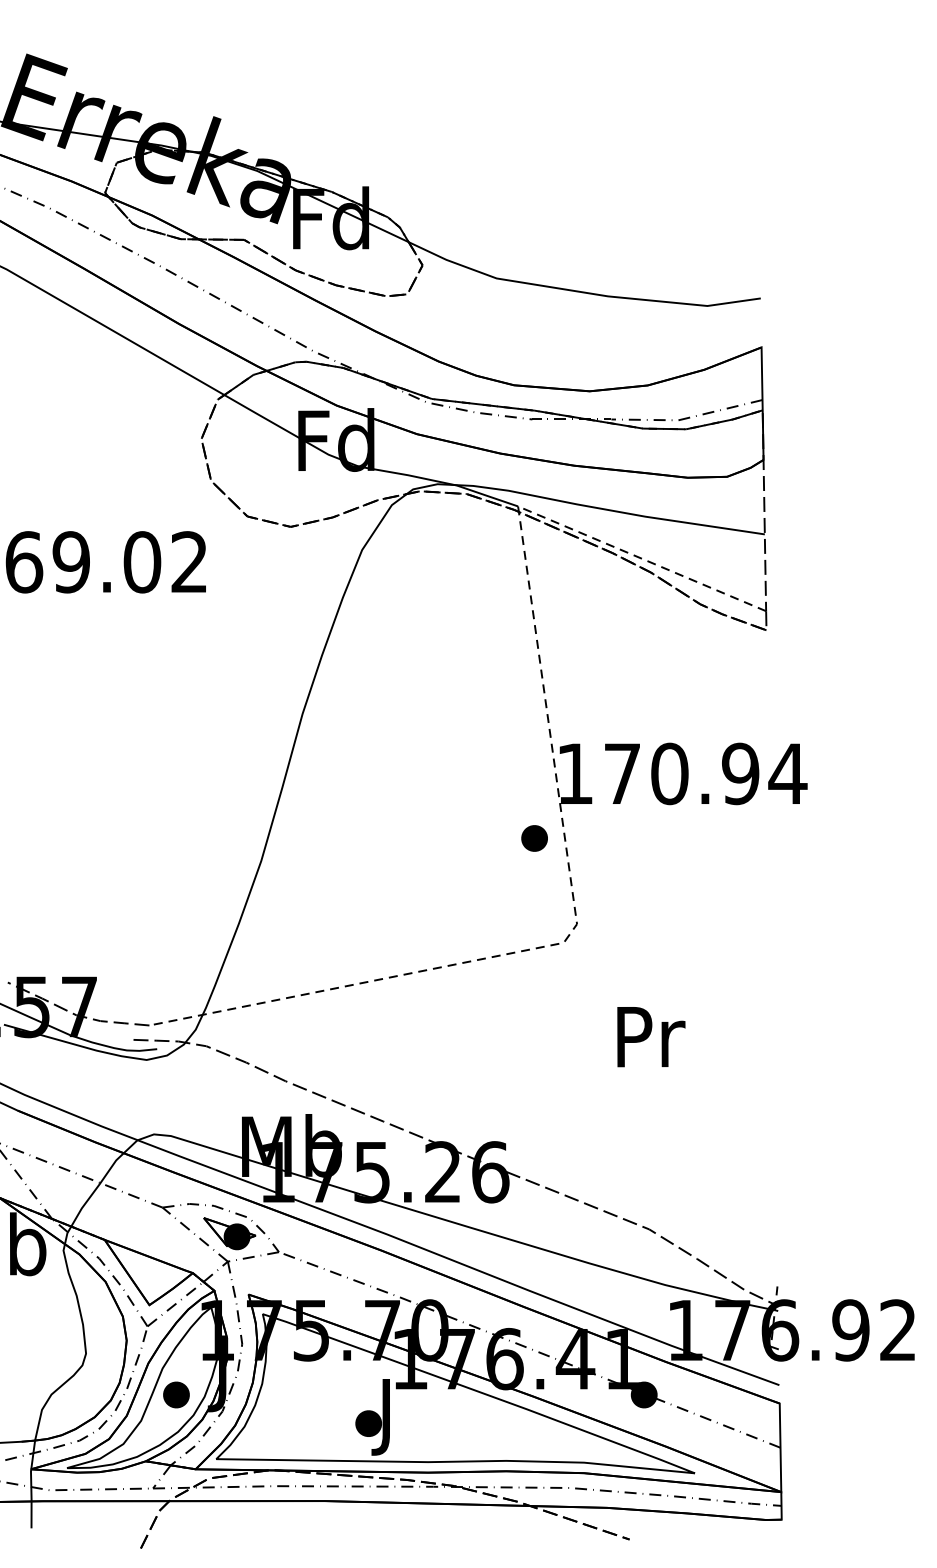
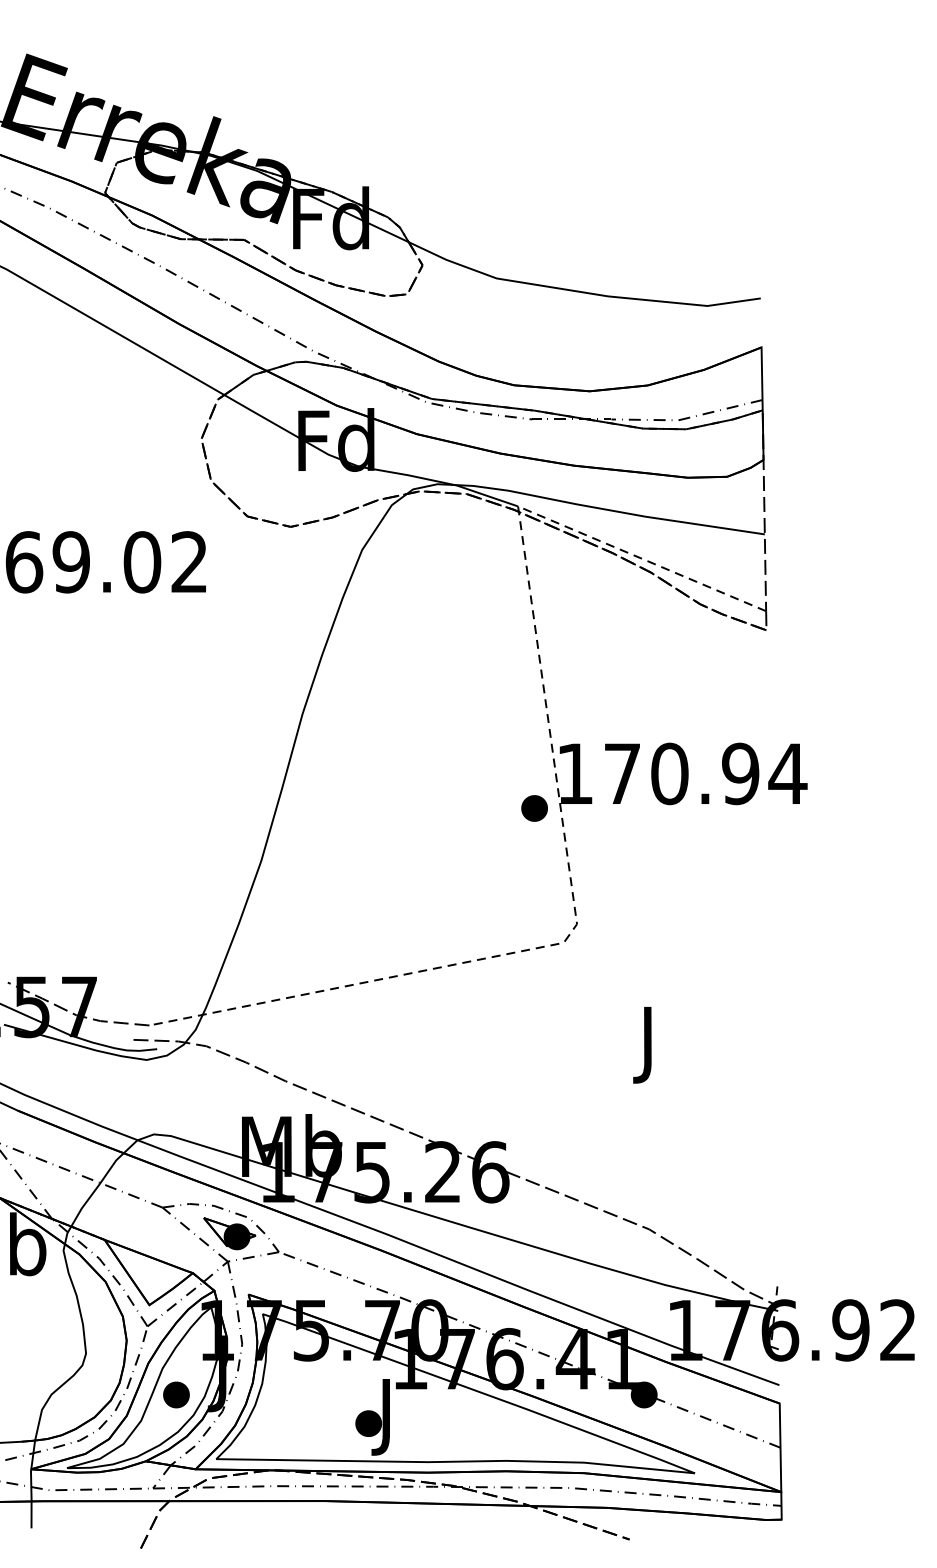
part at (534, 838) position: (534, 838) -> (534, 808)
text at (651, 1044): Pr -> J
